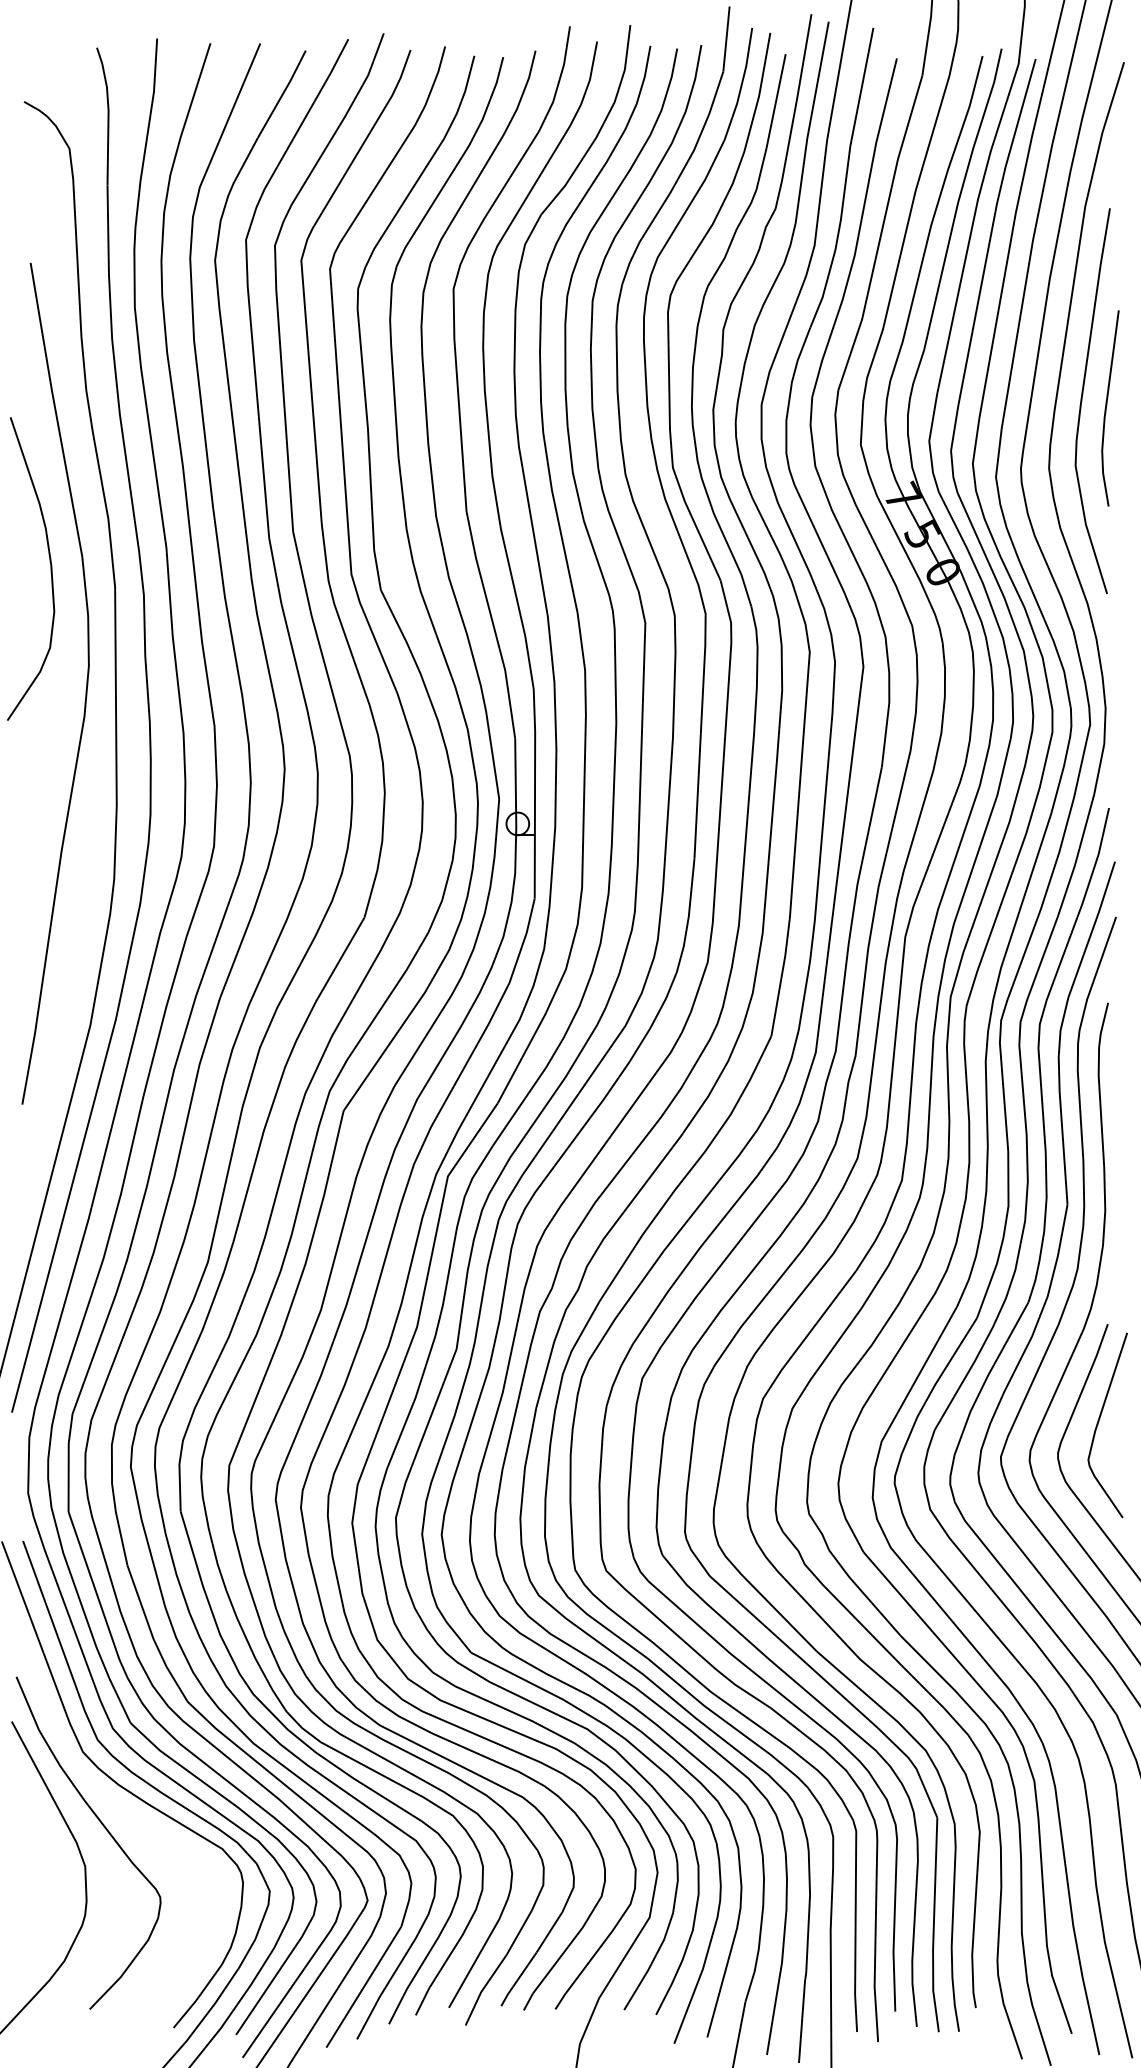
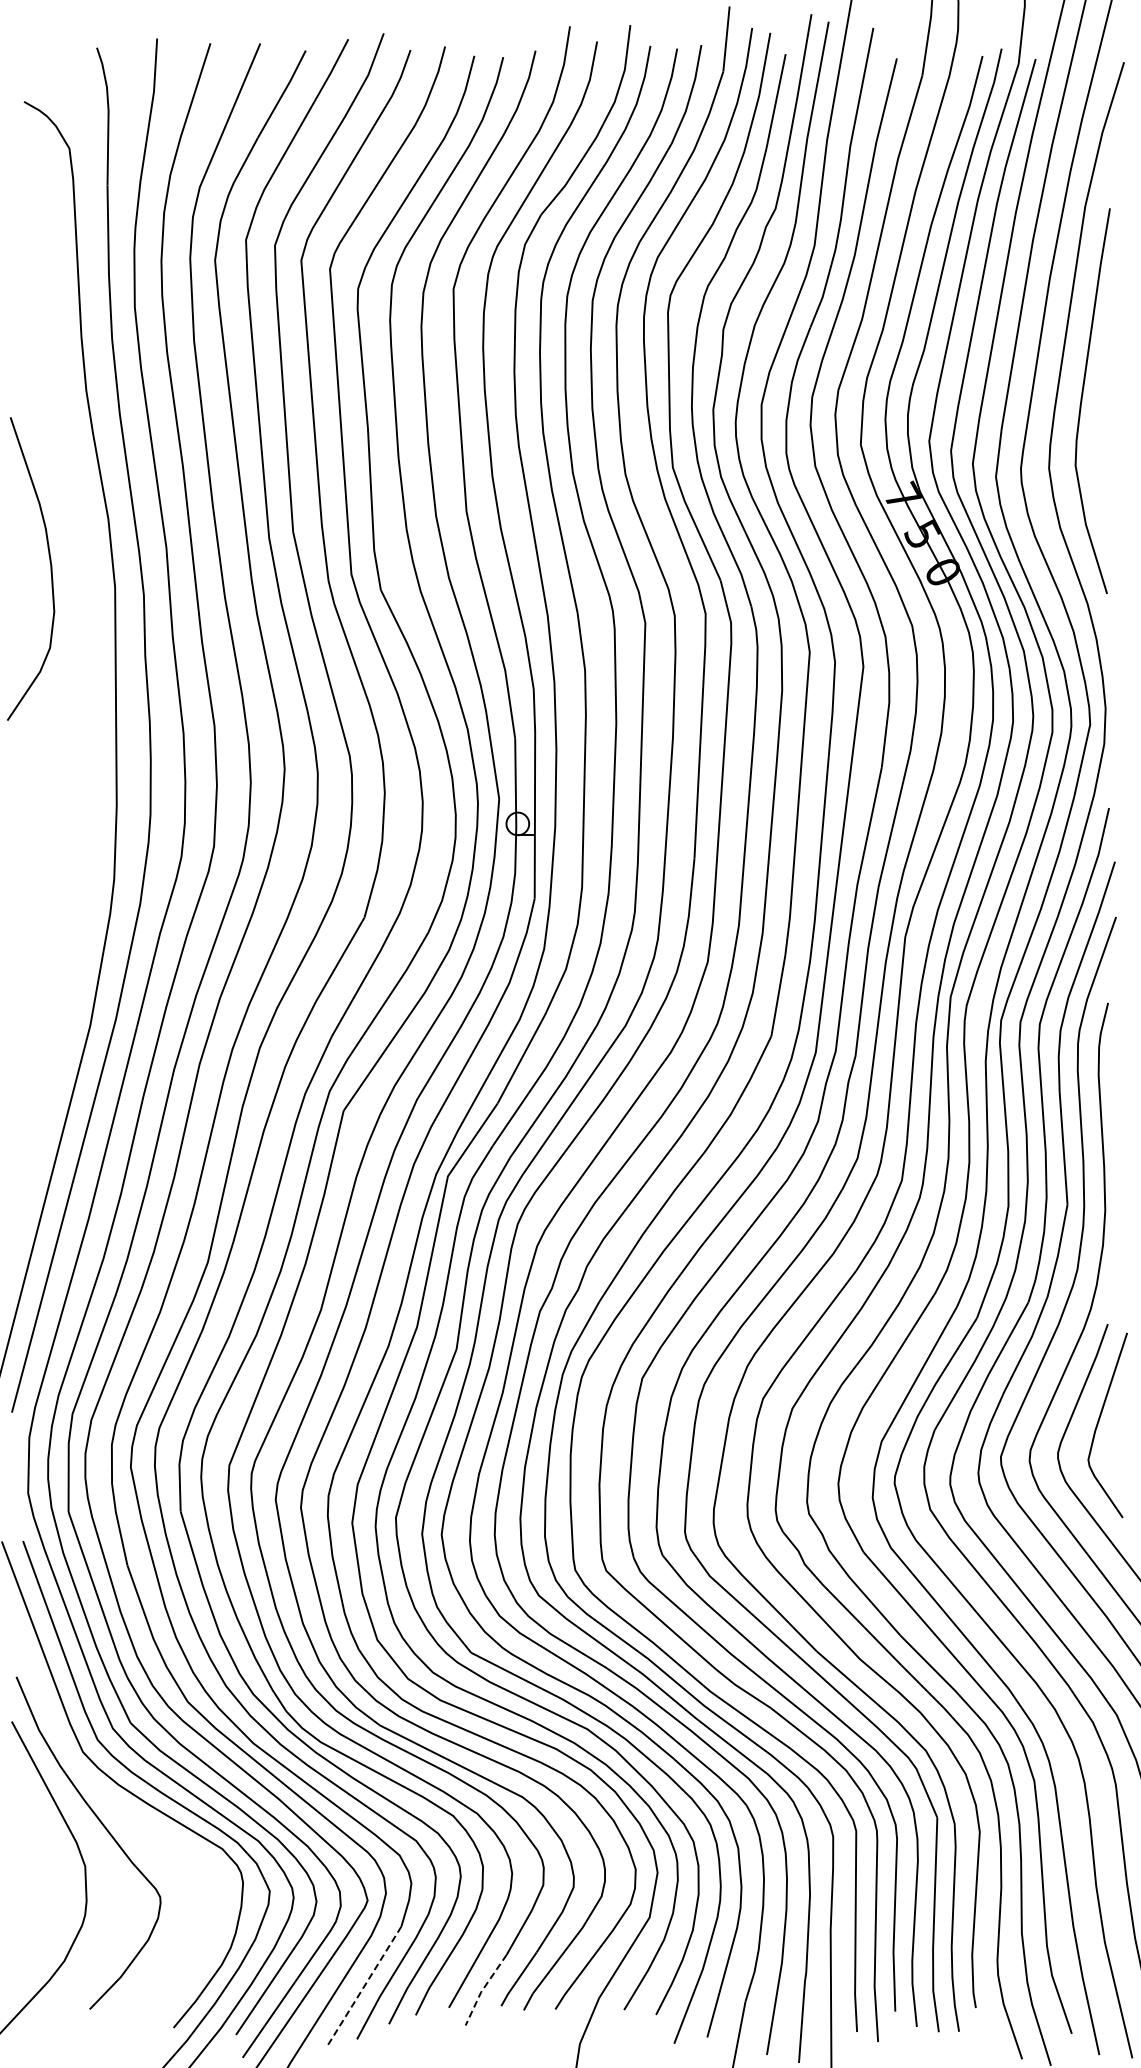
line at (1106, 408): present -> none
curve at (85, 690): present -> none
line at (363, 1987): solid -> dashed
line at (483, 1988): solid -> dashed
